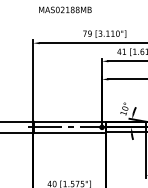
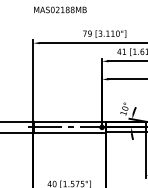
text at (65, 9) position: (65, 9) -> (60, 9)
